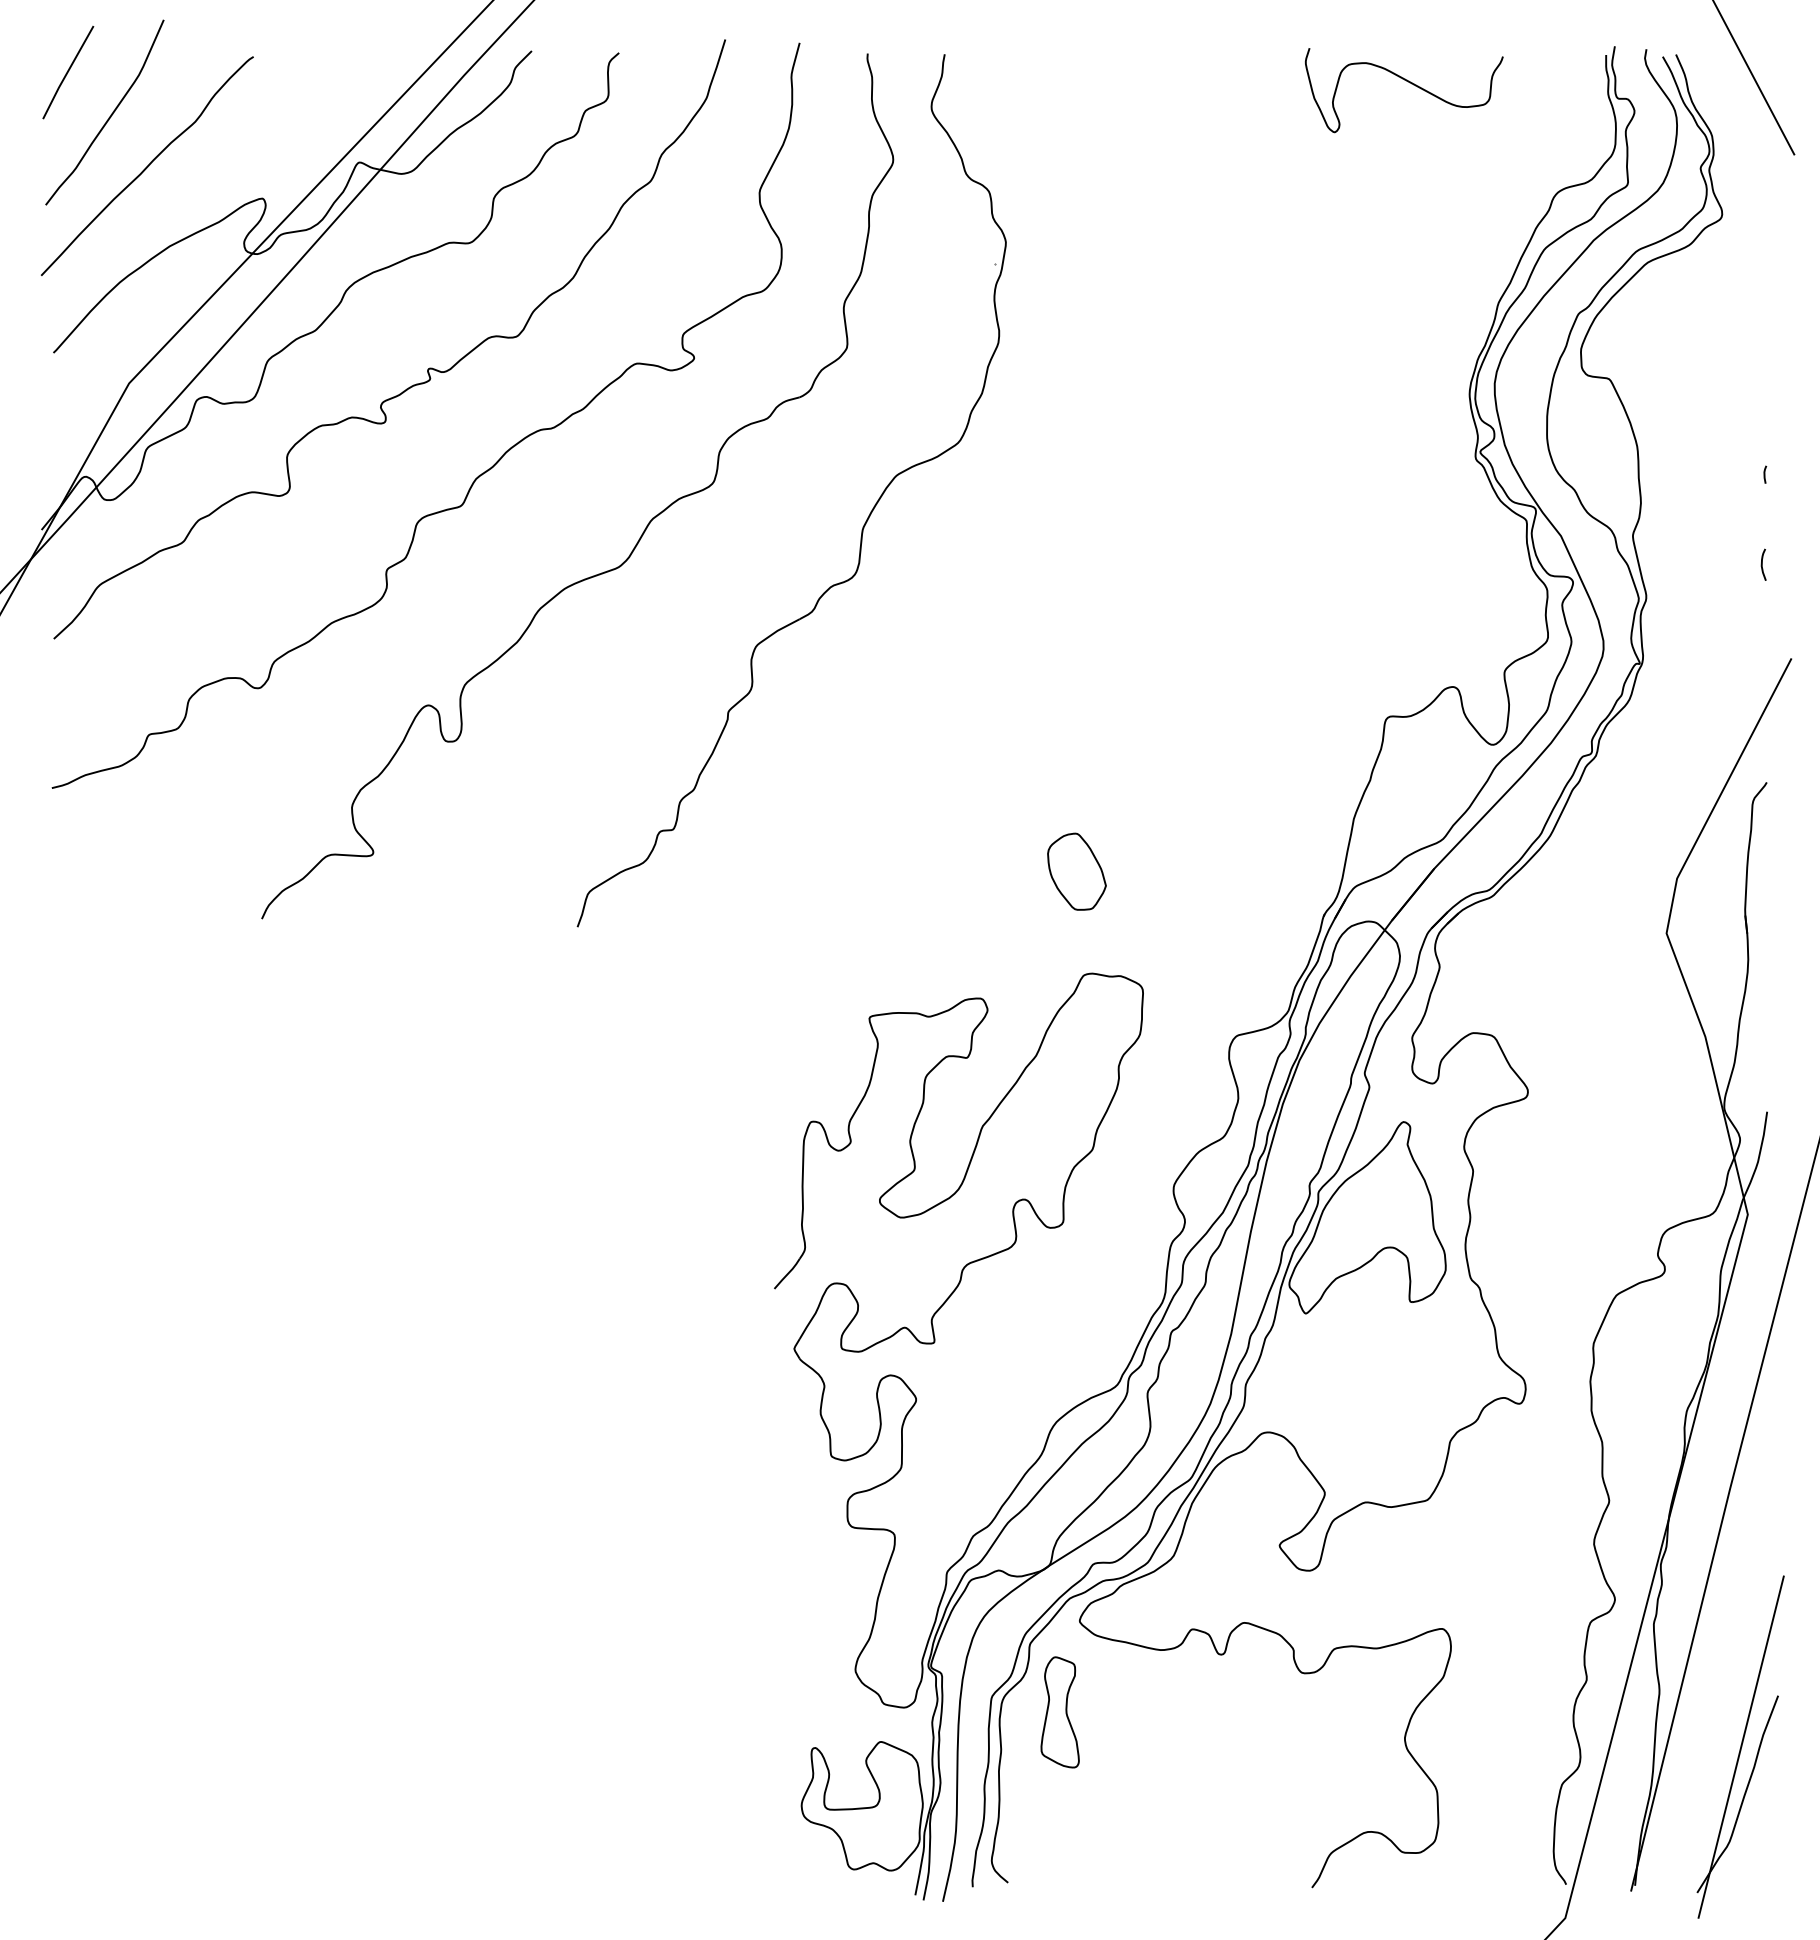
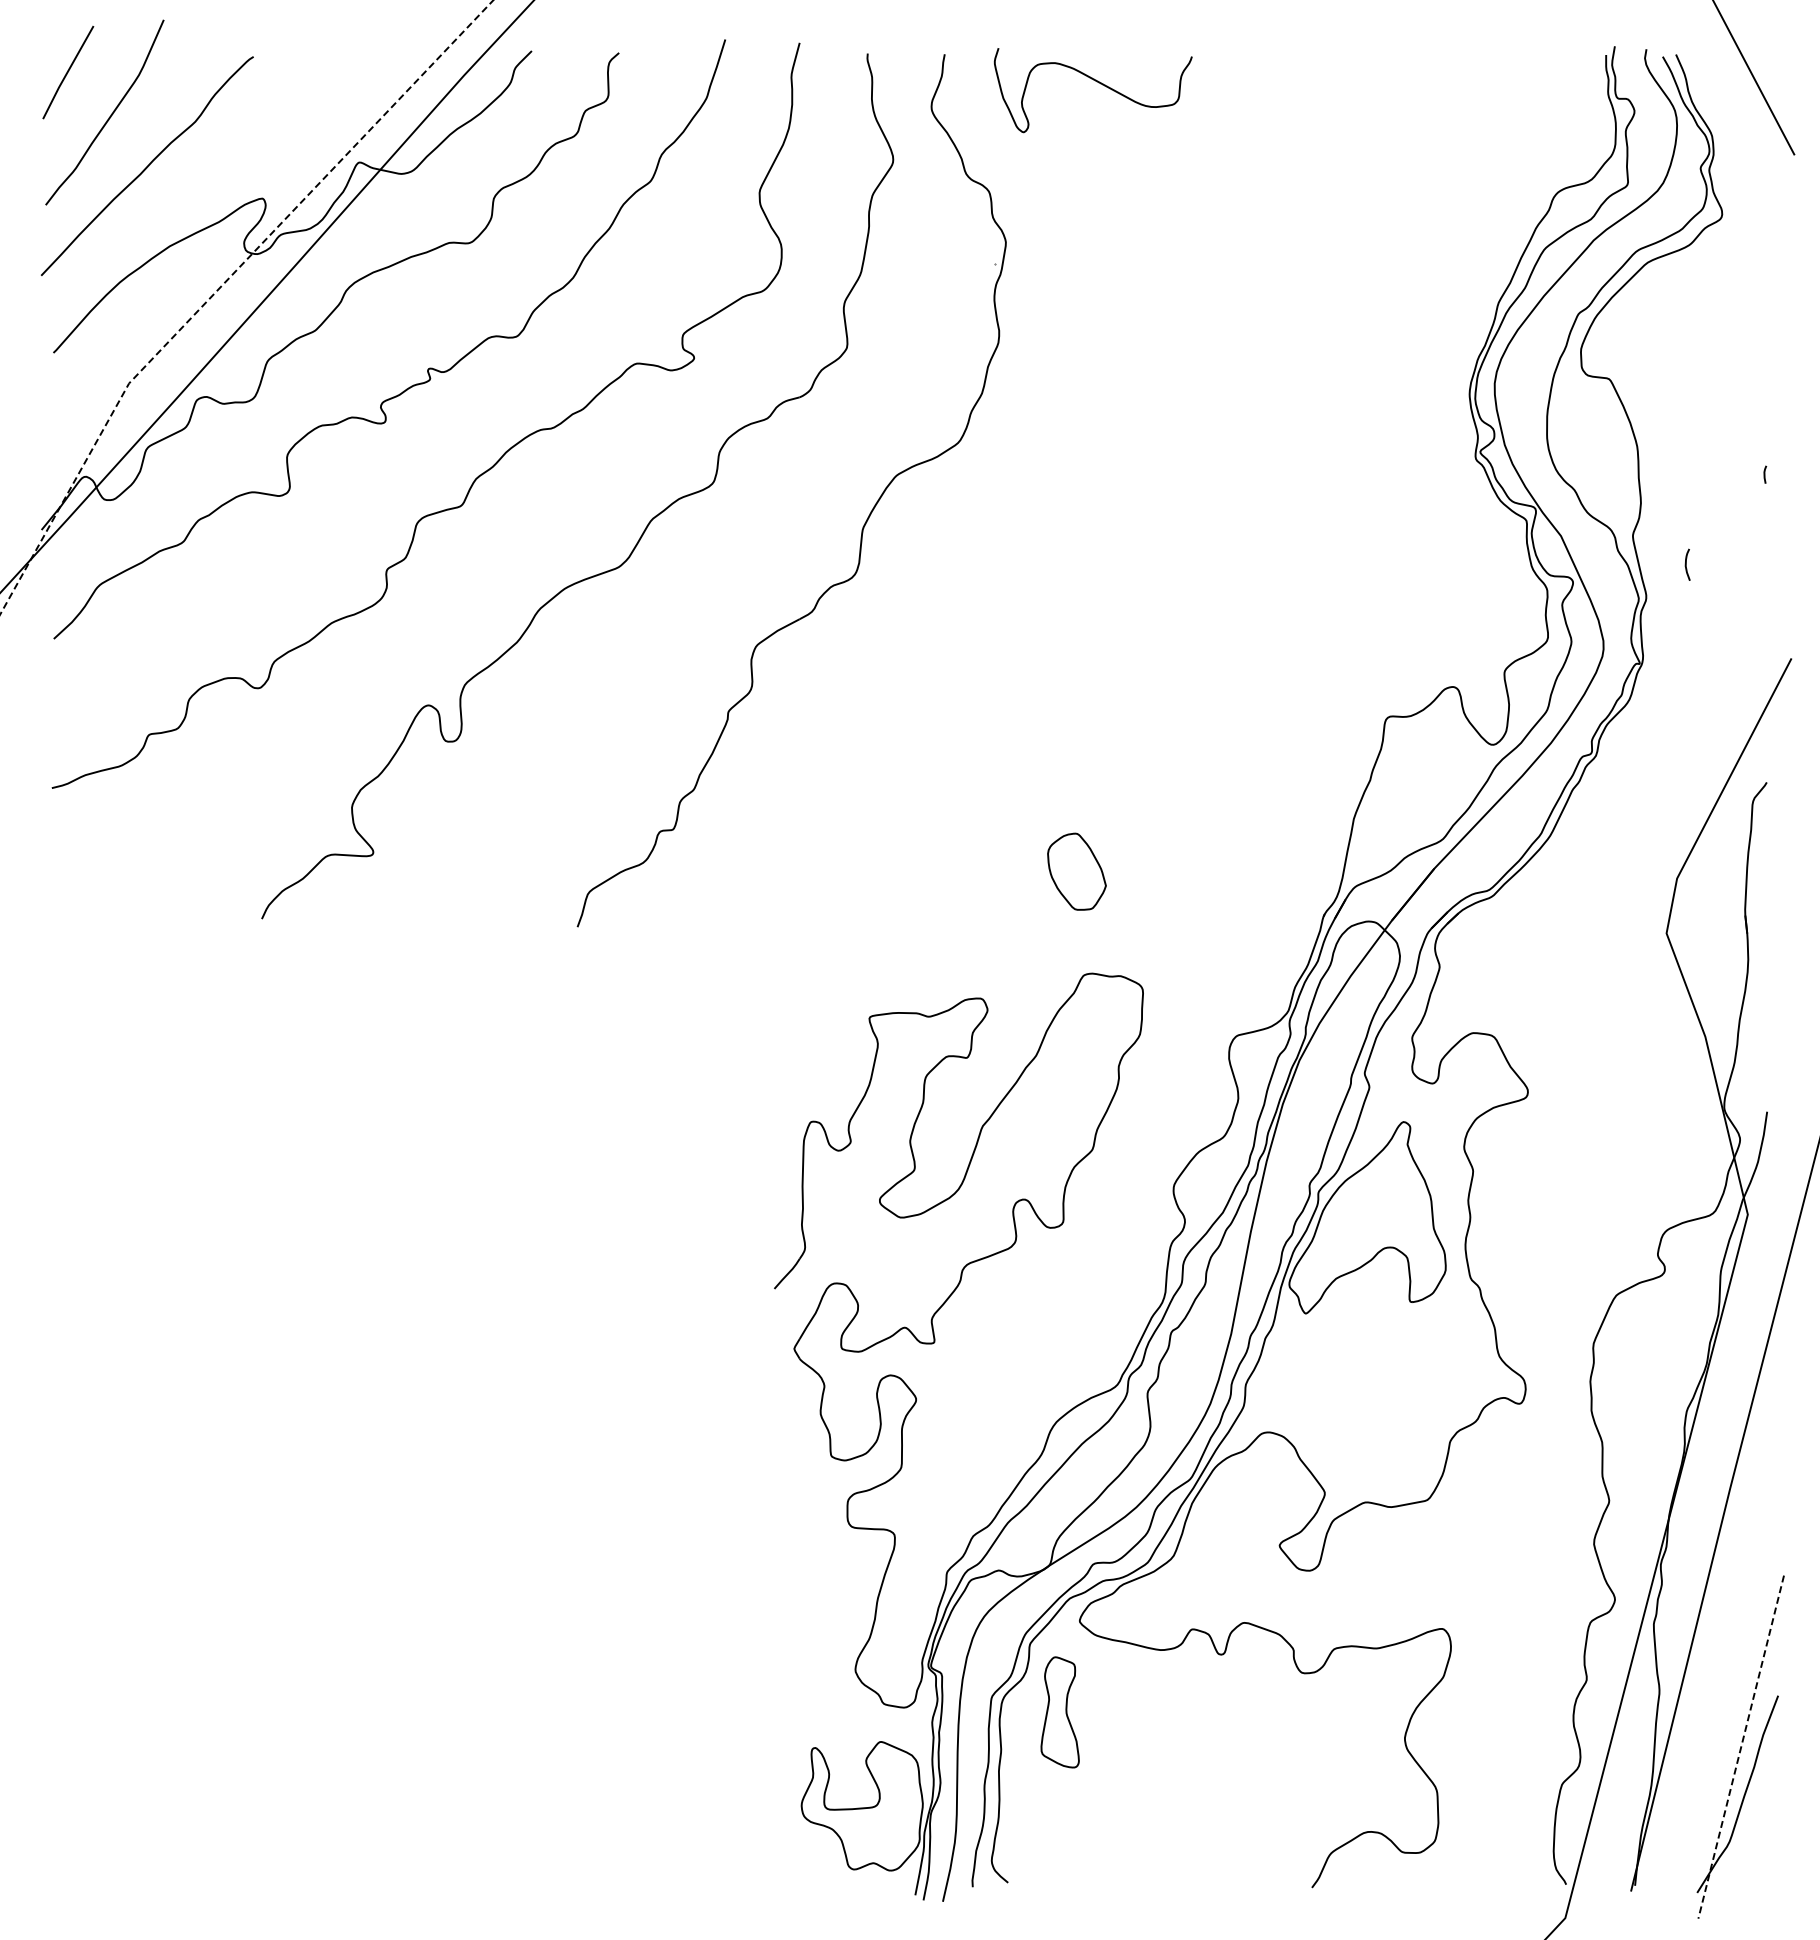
curve at (1409, 83) position: (1409, 83) -> (1098, 83)
line at (219, 287): solid -> dashed
curve at (1762, 564) position: (1762, 564) -> (1686, 564)
line at (1741, 1747): solid -> dashed
